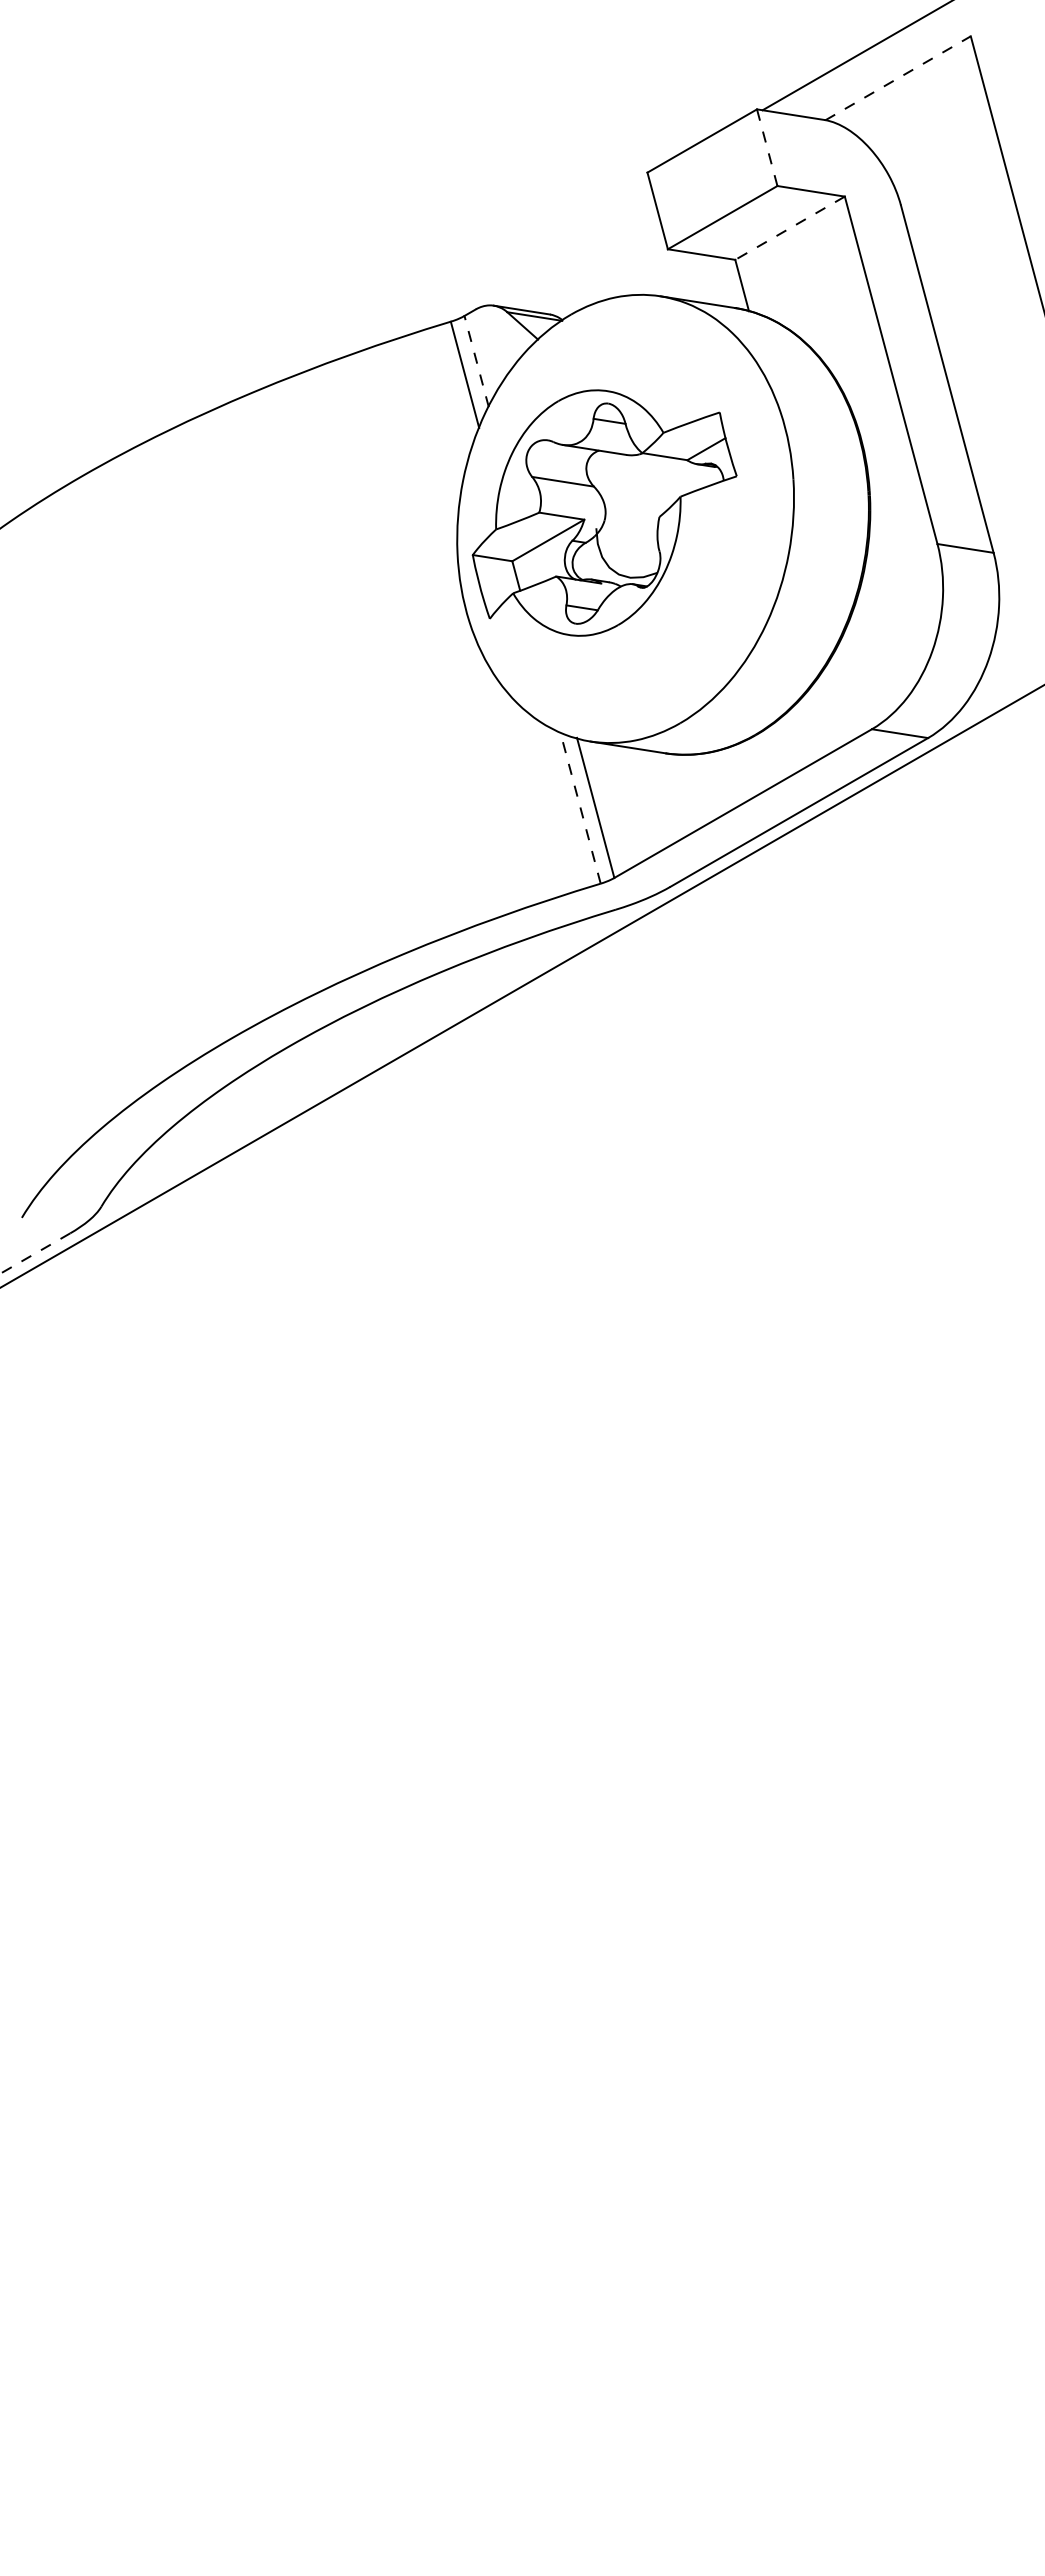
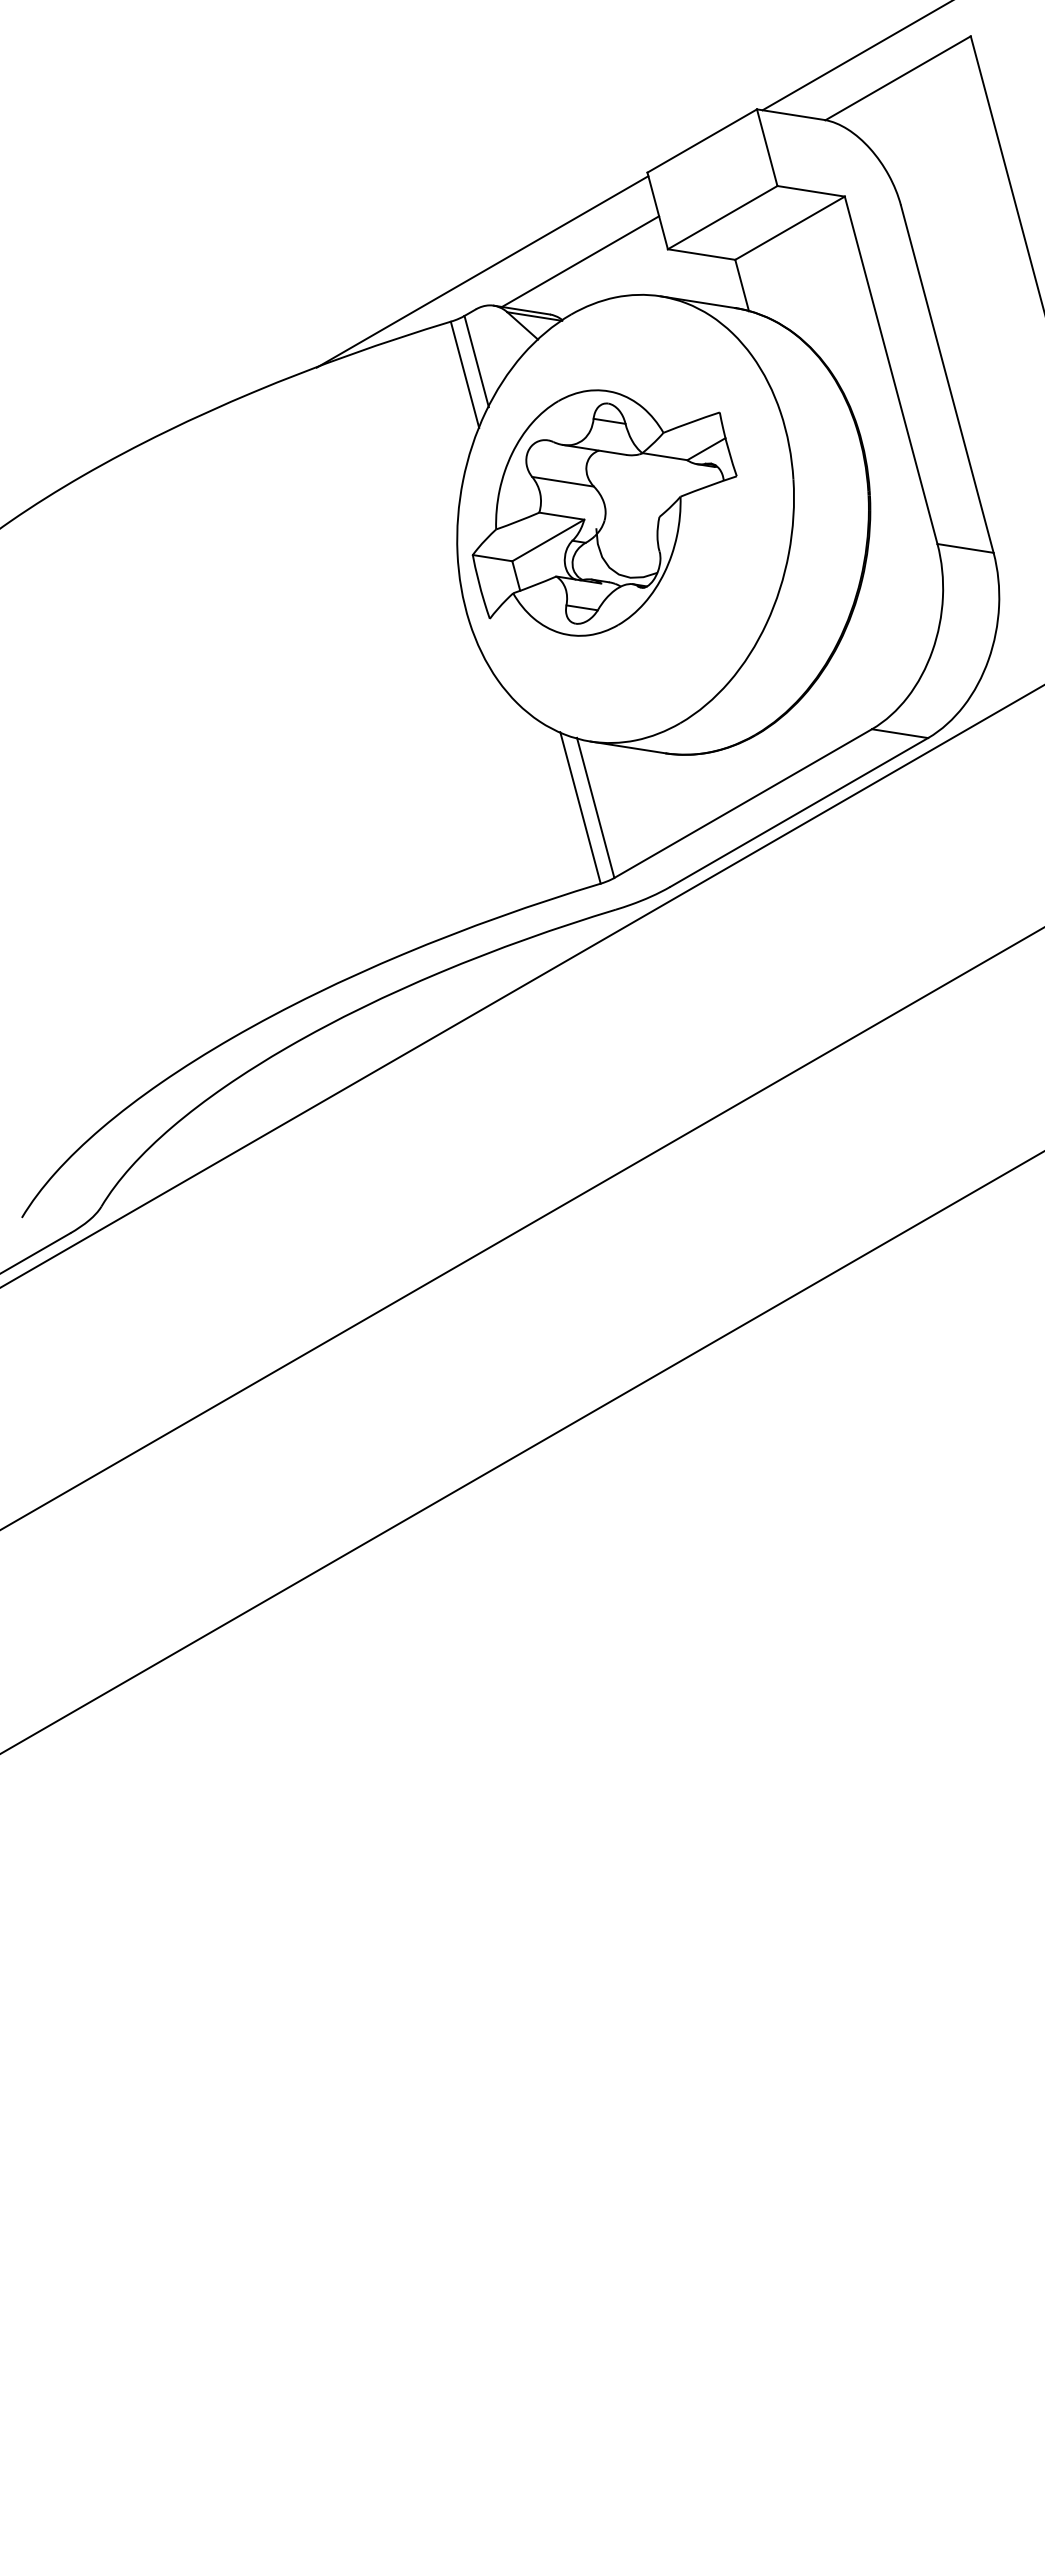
line at (898, 78): dashed -> solid
line at (767, 147): dashed -> solid
line at (789, 228): dashed -> solid
line at (580, 261): none -> present
line at (482, 271): none -> present
line at (476, 361): dashed -> solid
line at (580, 807): dashed -> solid
line at (521, 1228): none -> present
line at (34, 1253): dashed -> solid
line at (521, 1452): none -> present
